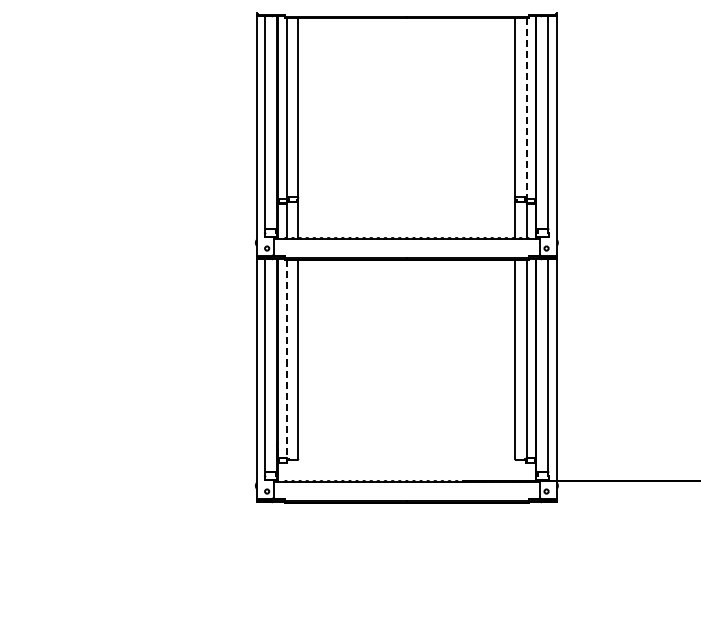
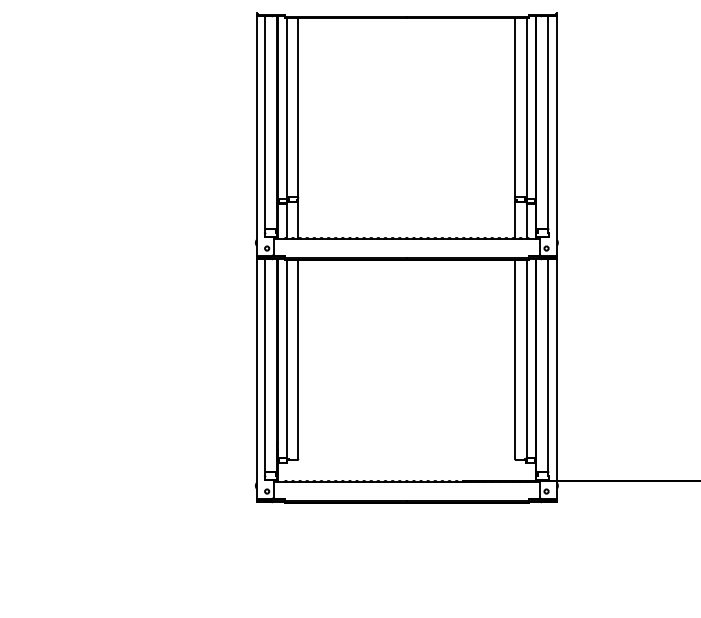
line at (526, 108): dashed -> solid
line at (287, 359): dashed -> solid
